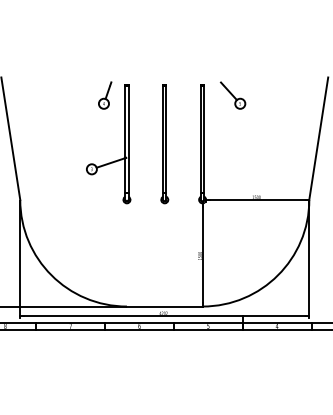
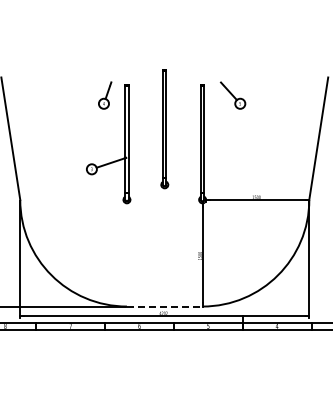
part at (164, 144) position: (164, 144) -> (164, 129)
line at (164, 306): solid -> dashed
